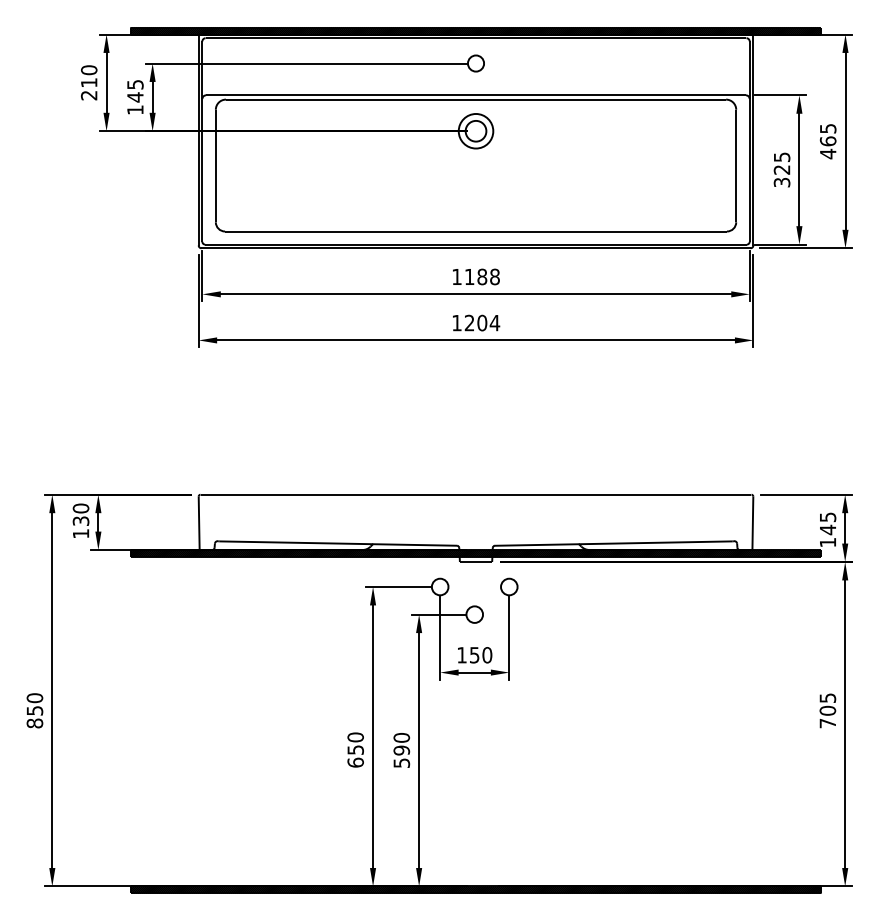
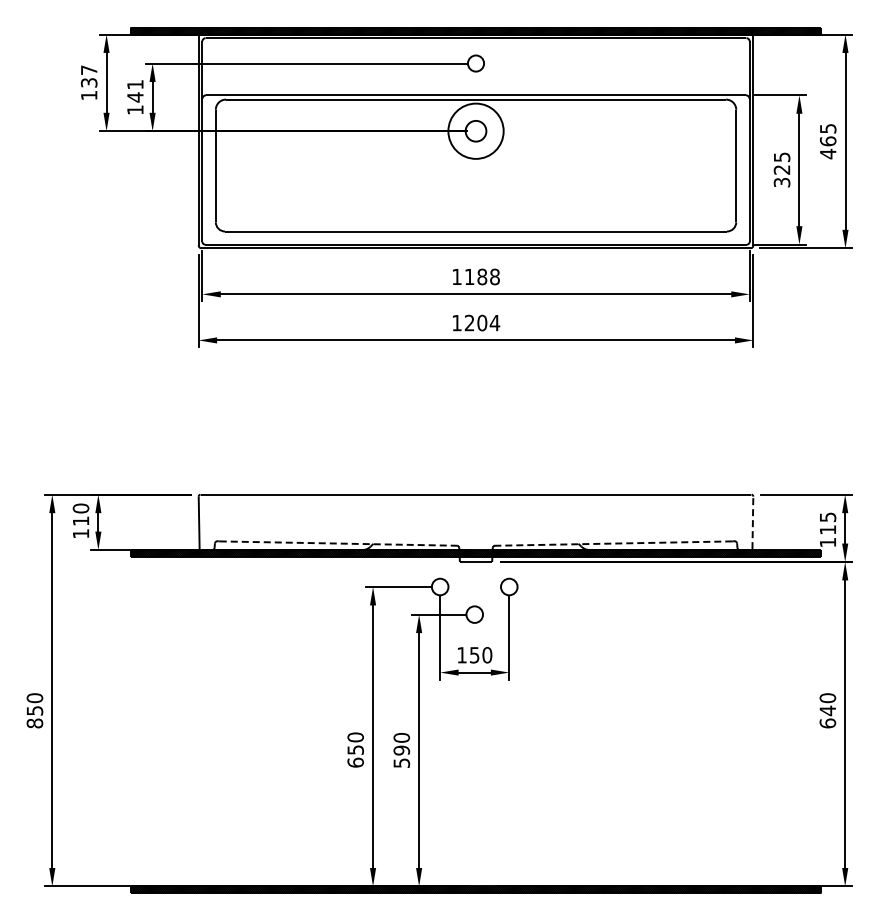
text at (88, 82): 210 -> 137
text at (135, 84): 145 -> 141
circle at (475, 130) diameter: 35 px -> 55 px
text at (80, 520): 130 -> 110
line at (752, 522): solid -> dashed
text at (827, 529): 145 -> 115
line at (338, 543): solid -> dashed
line at (613, 543): solid -> dashed
text at (827, 710): 705 -> 640
